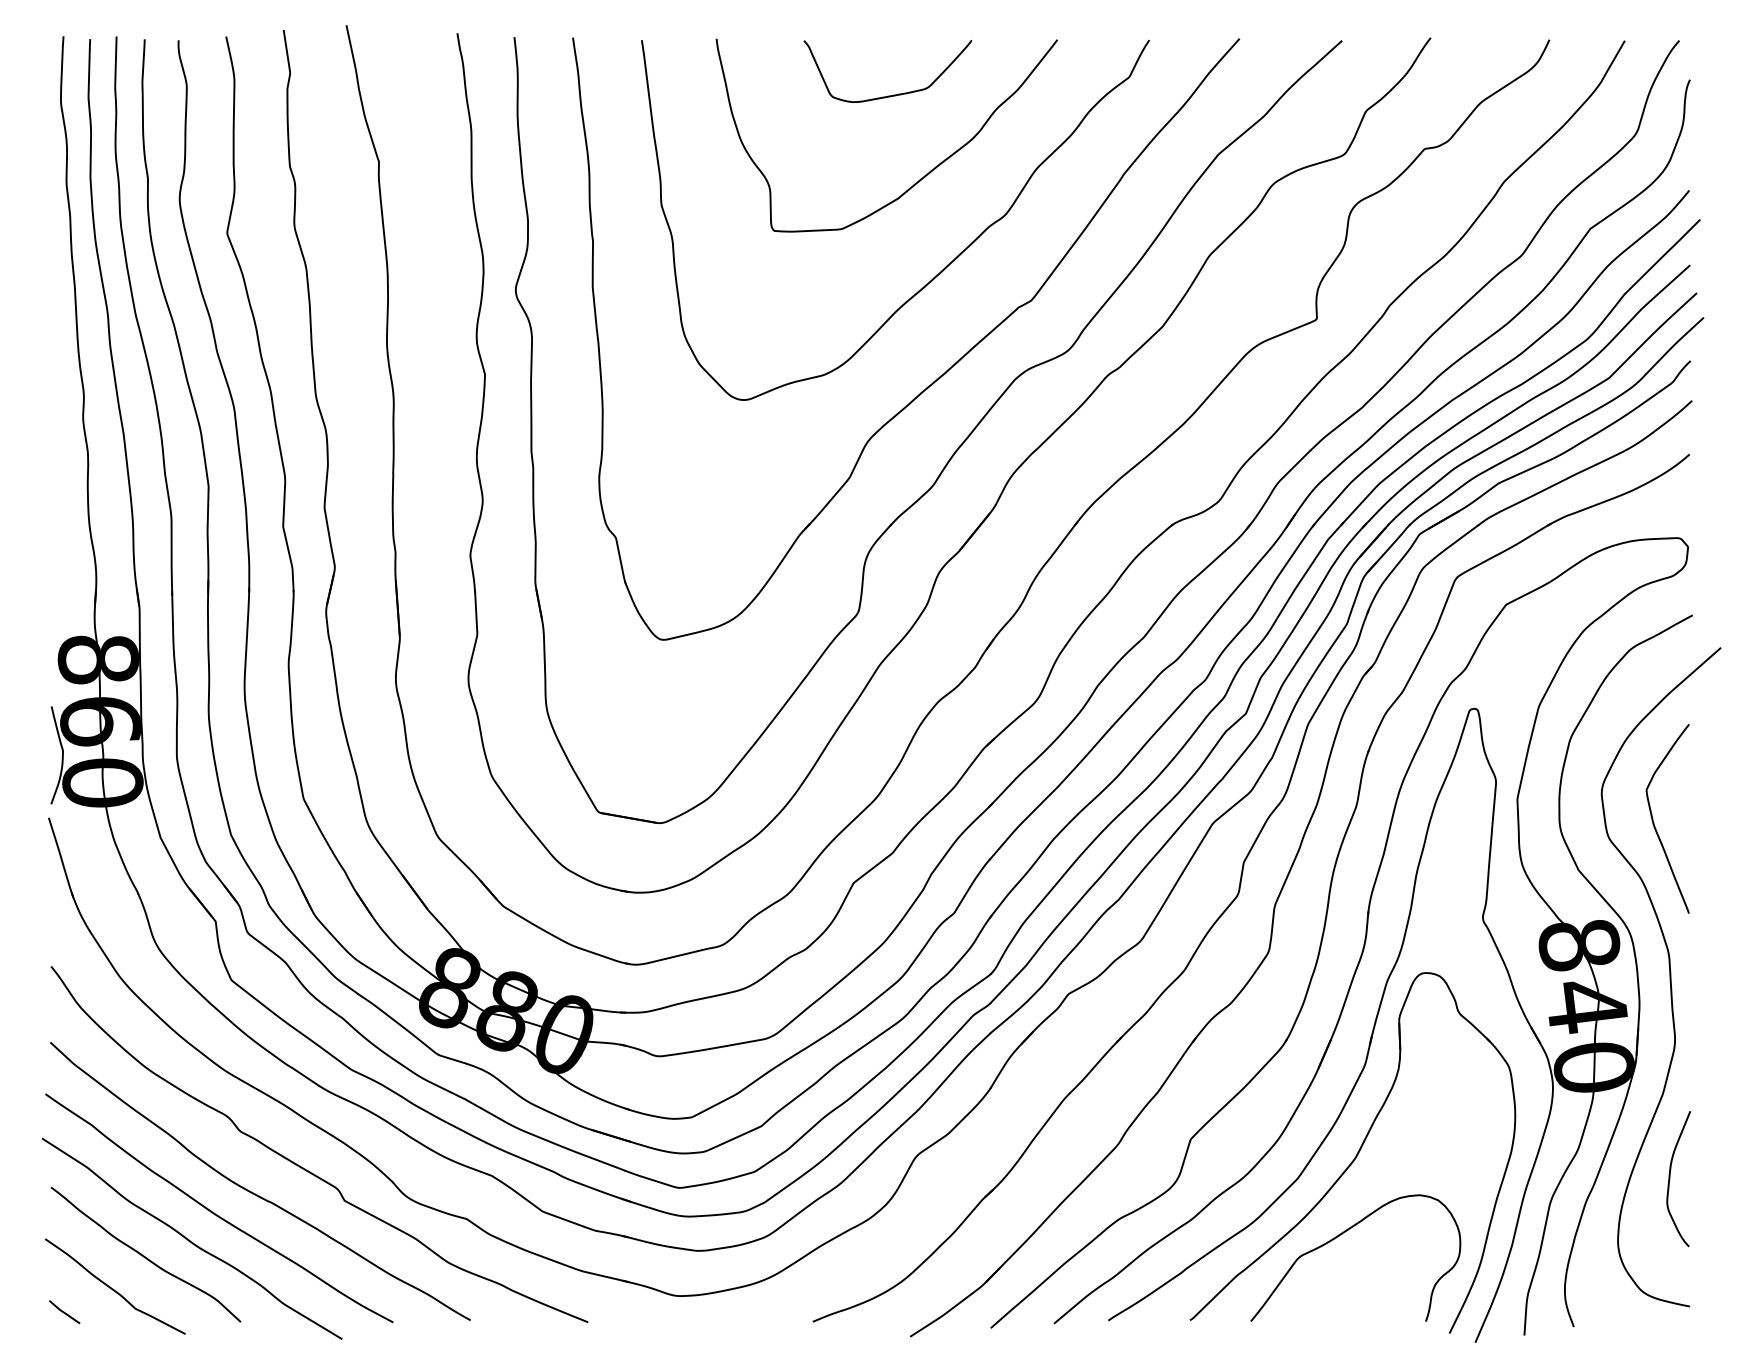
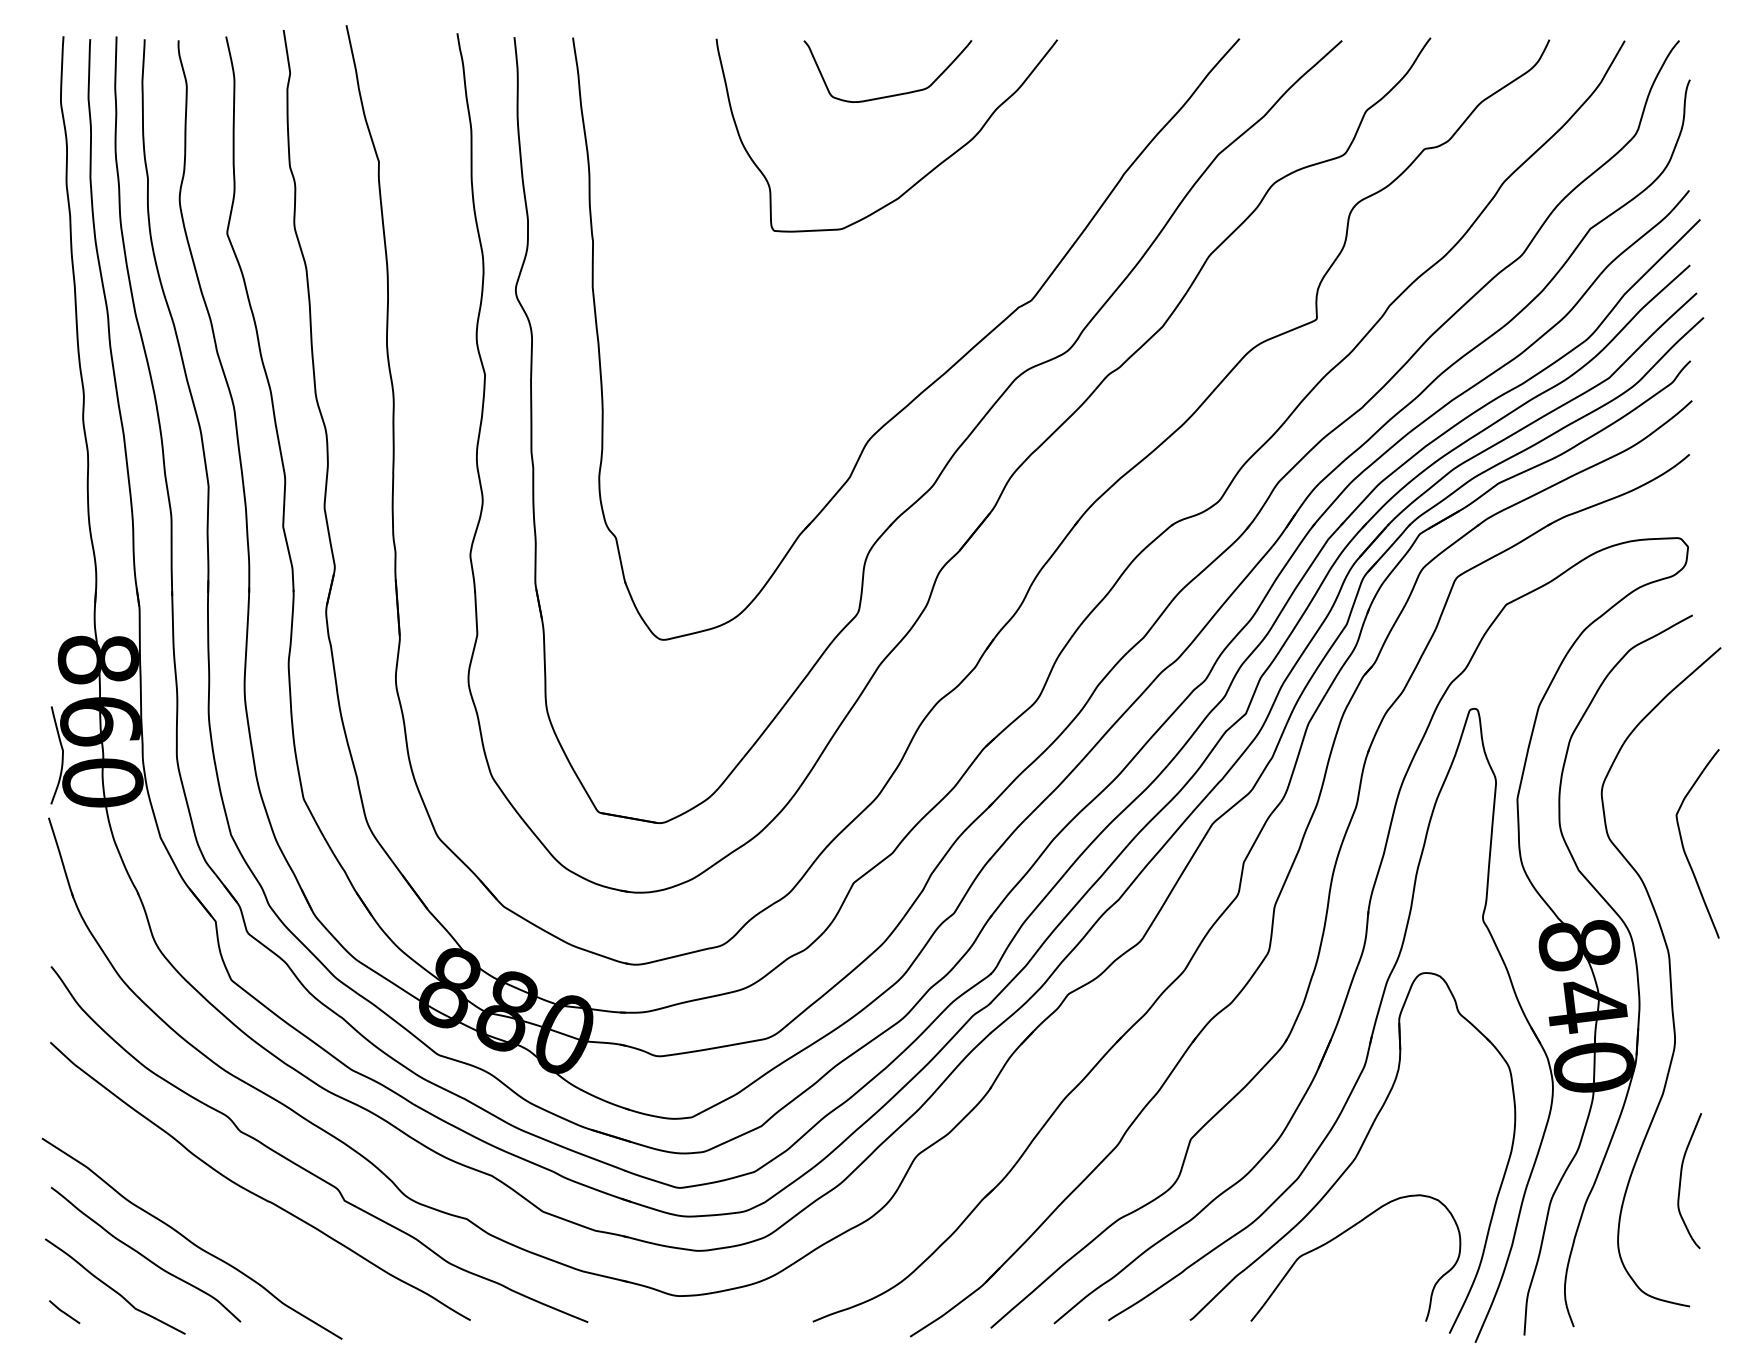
curve at (944, 267): present -> none
curve at (1654, 822) position: (1654, 822) -> (1684, 847)
curve at (1670, 1179) position: (1670, 1179) -> (1681, 1181)
curve at (217, 1214): present -> none
